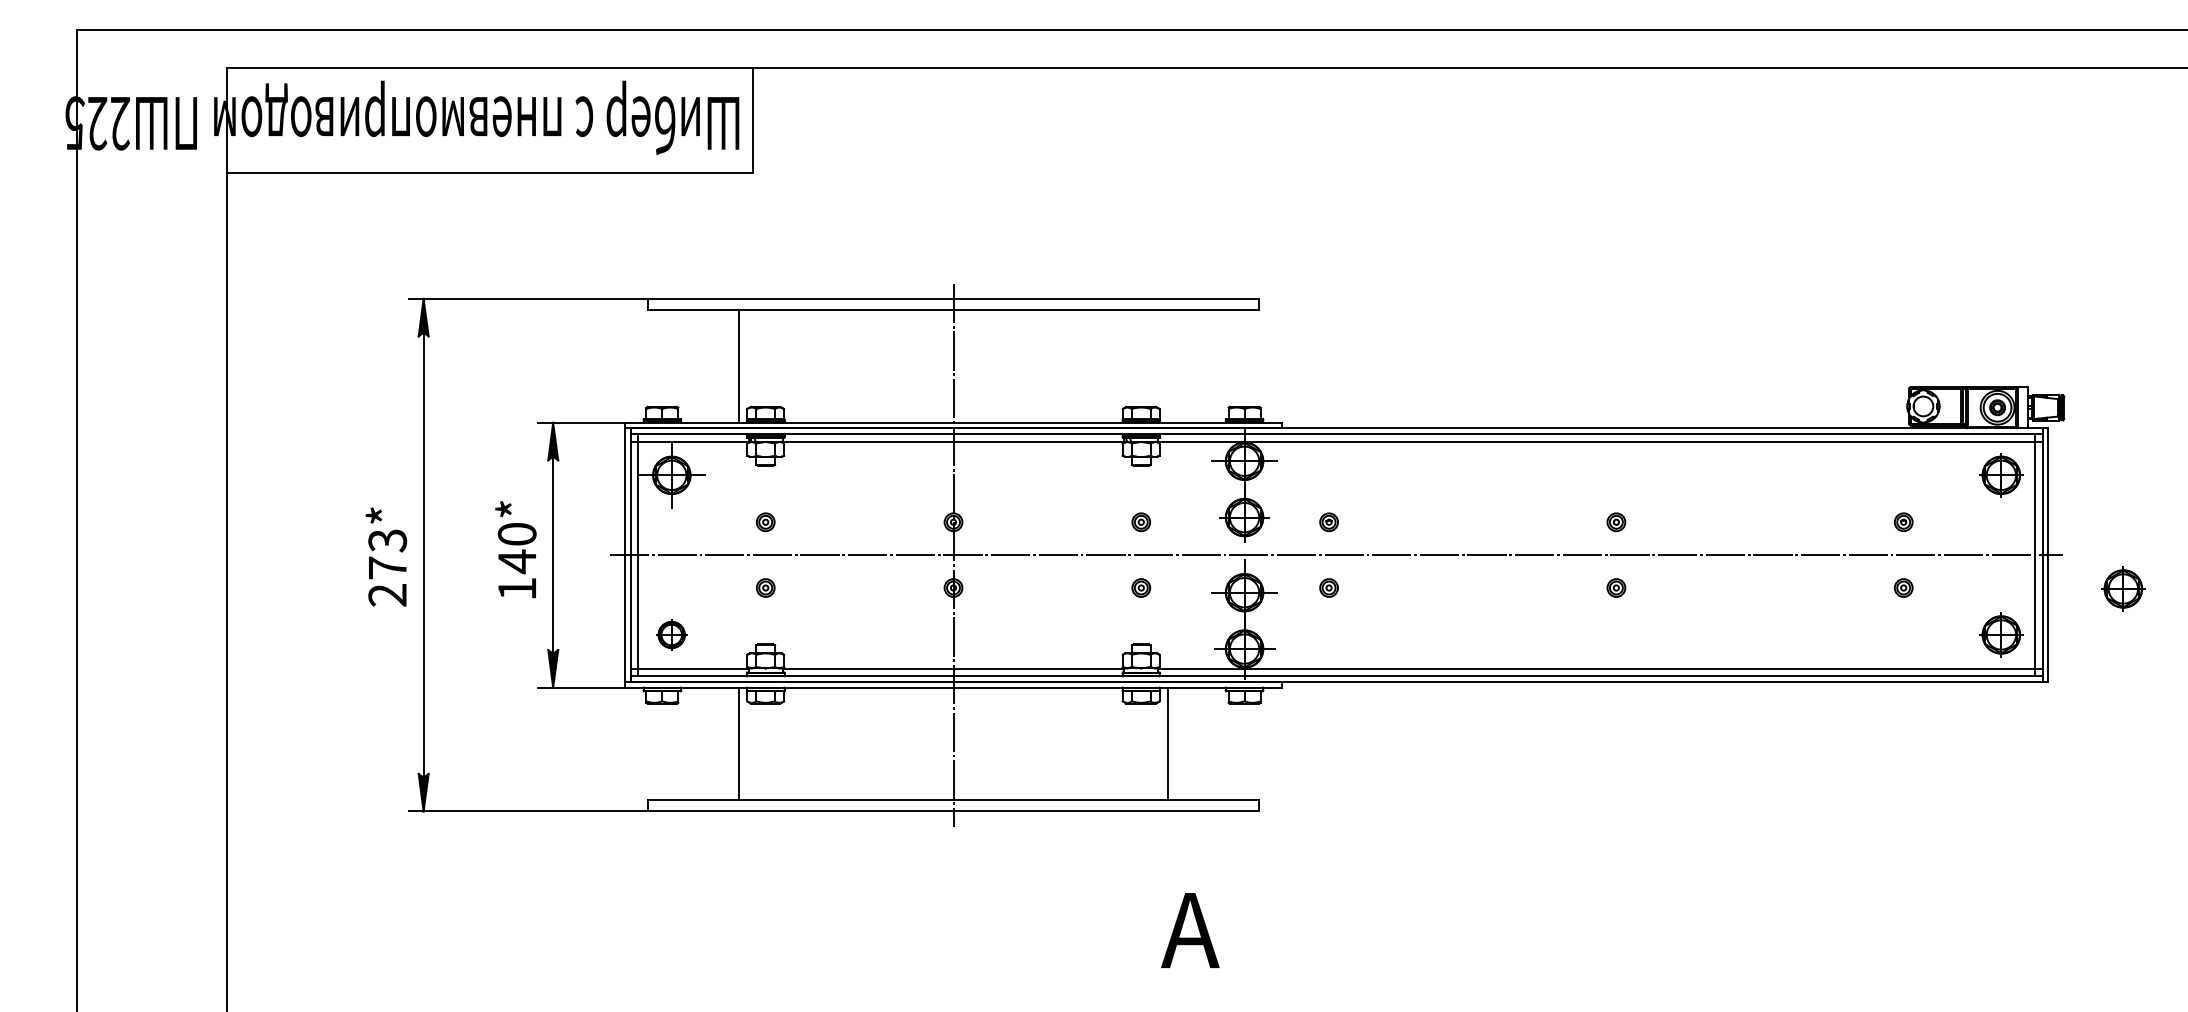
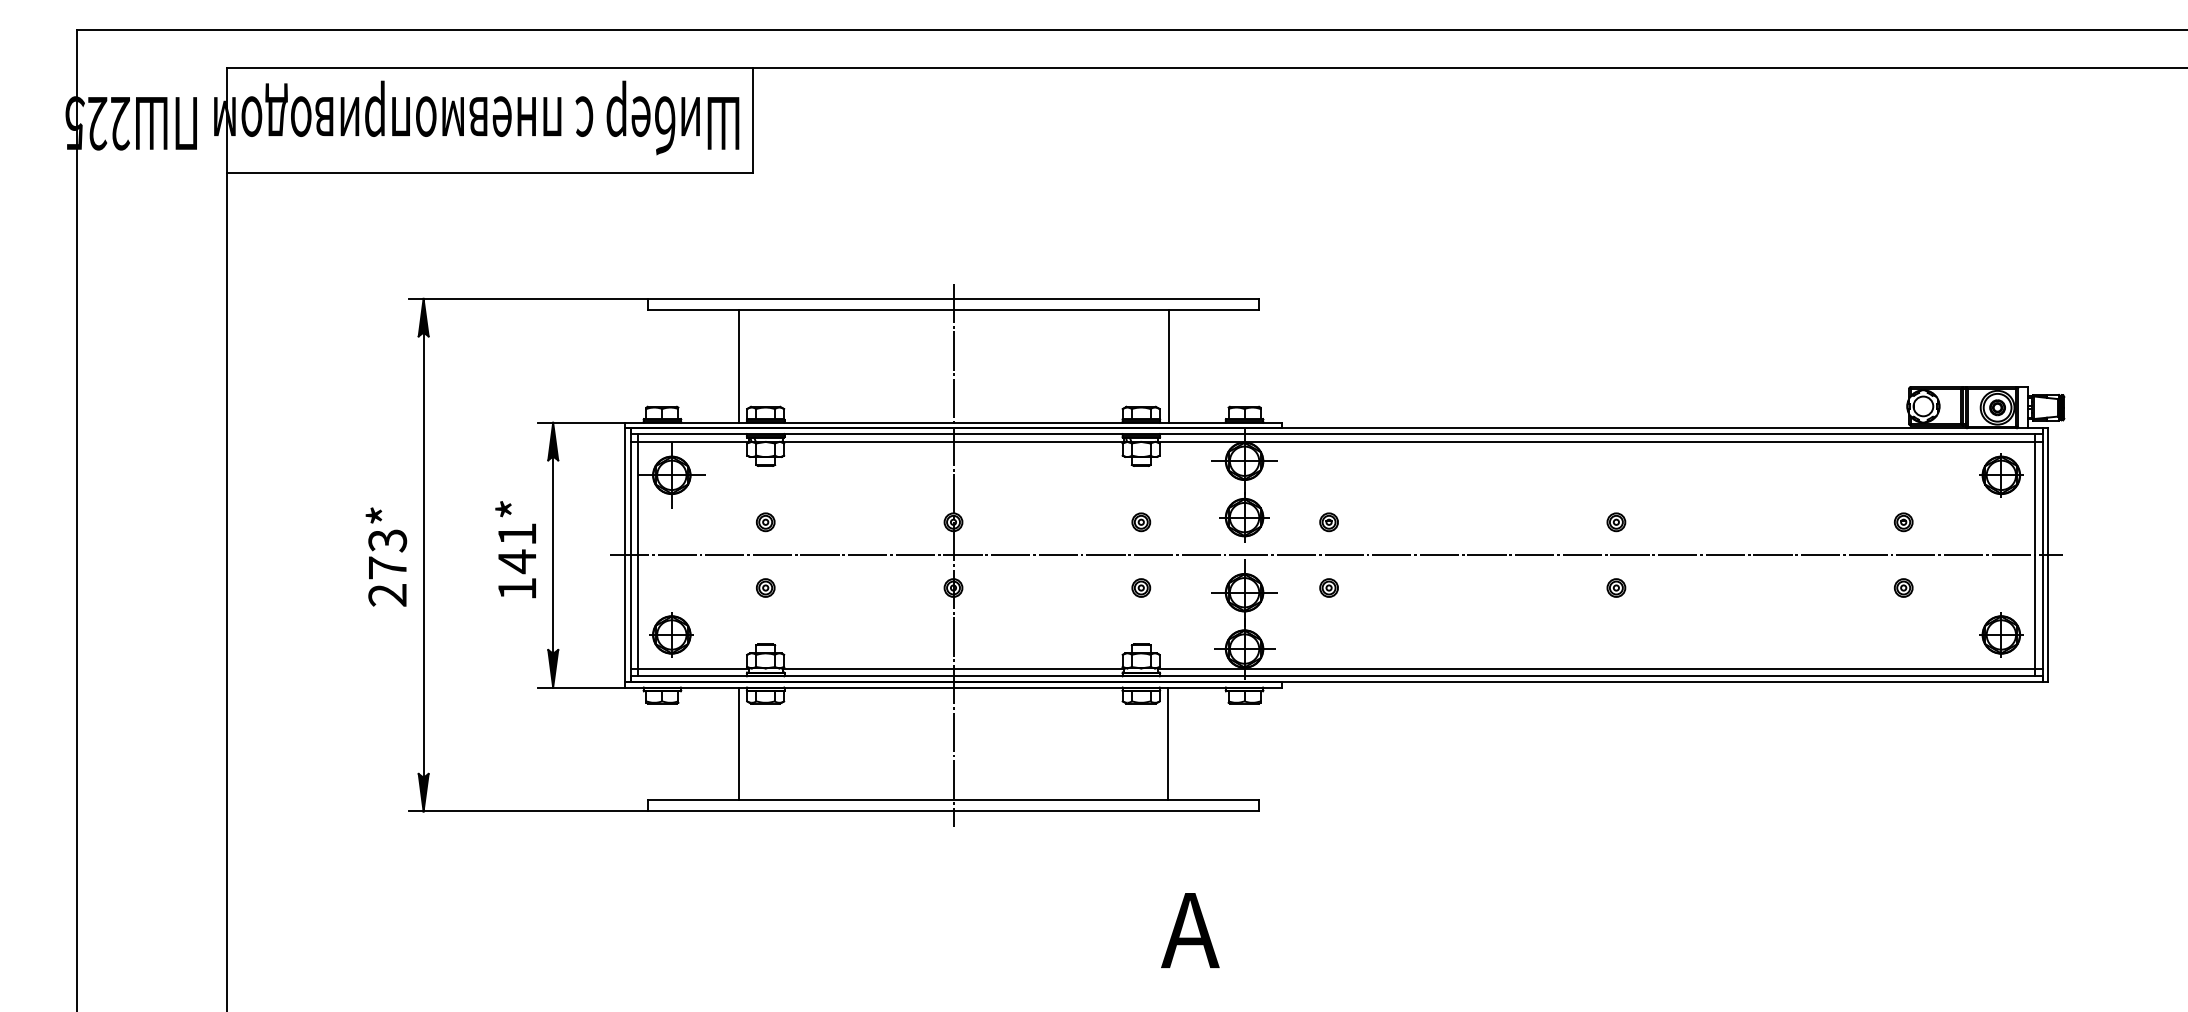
line at (1168, 366): none -> present
text at (516, 534): 140* -> 141*
part at (2123, 588): present -> none
part at (671, 634) size: 32x32 px -> 45x46 px
